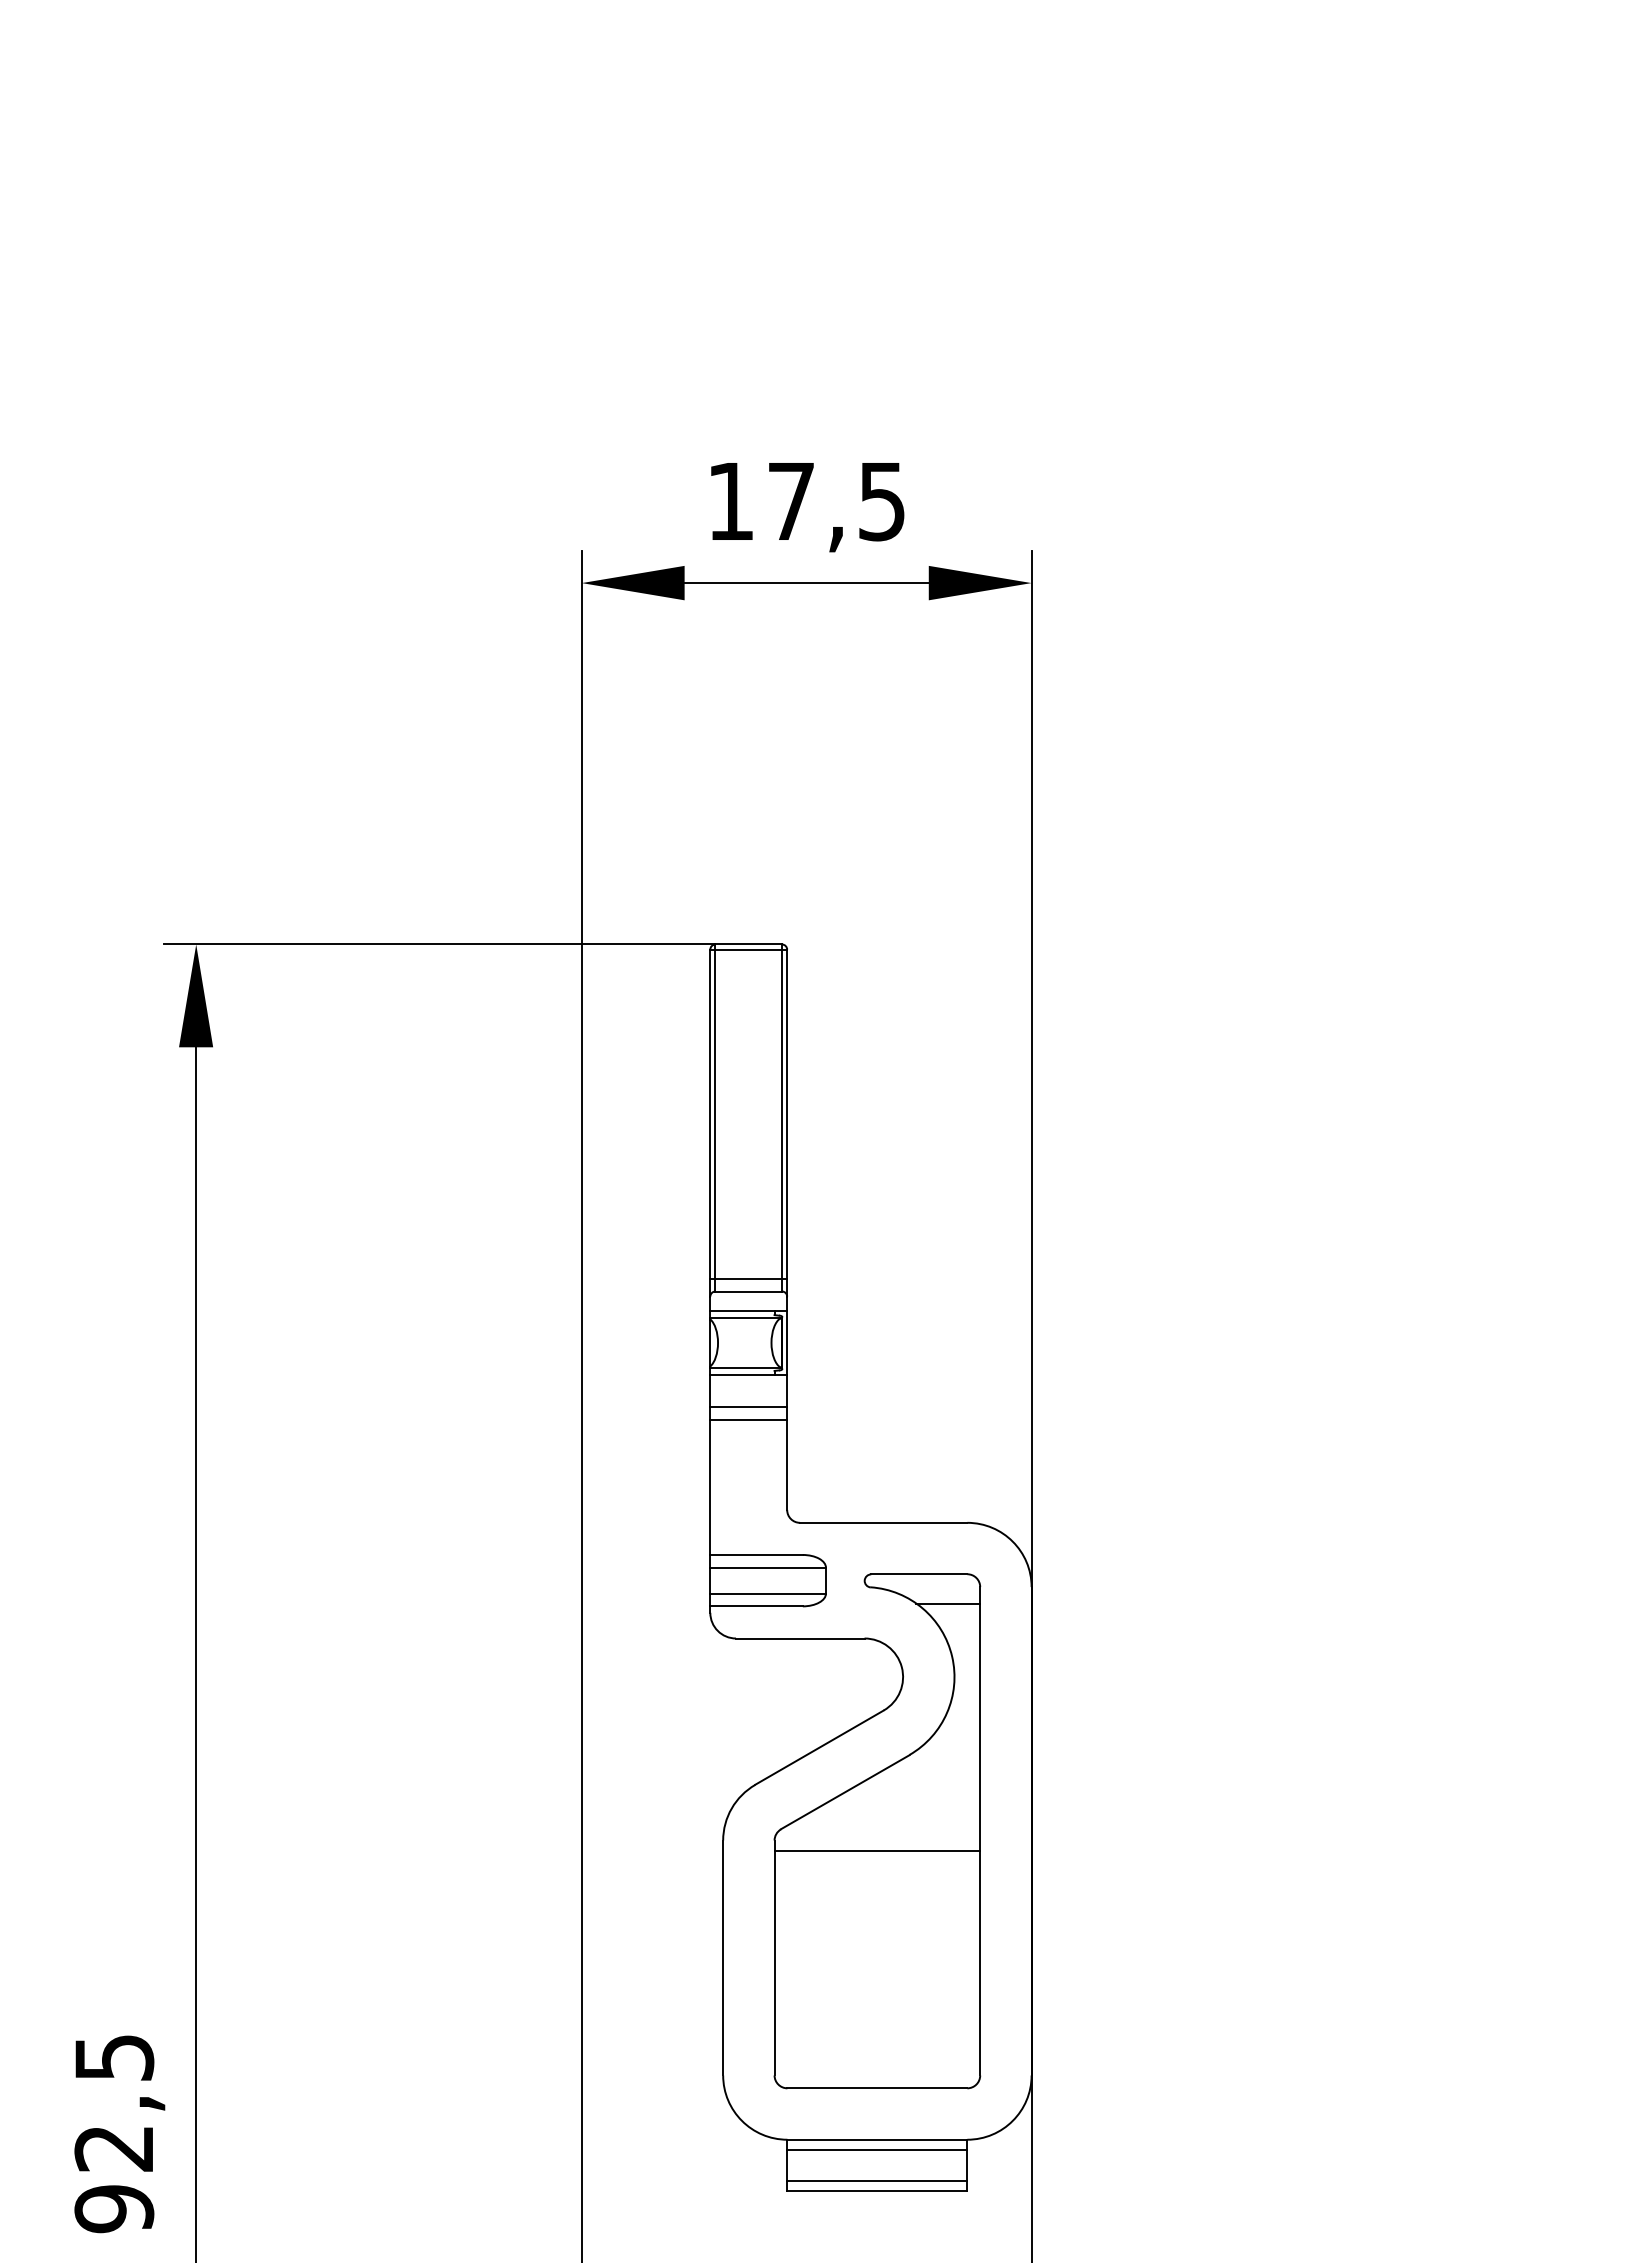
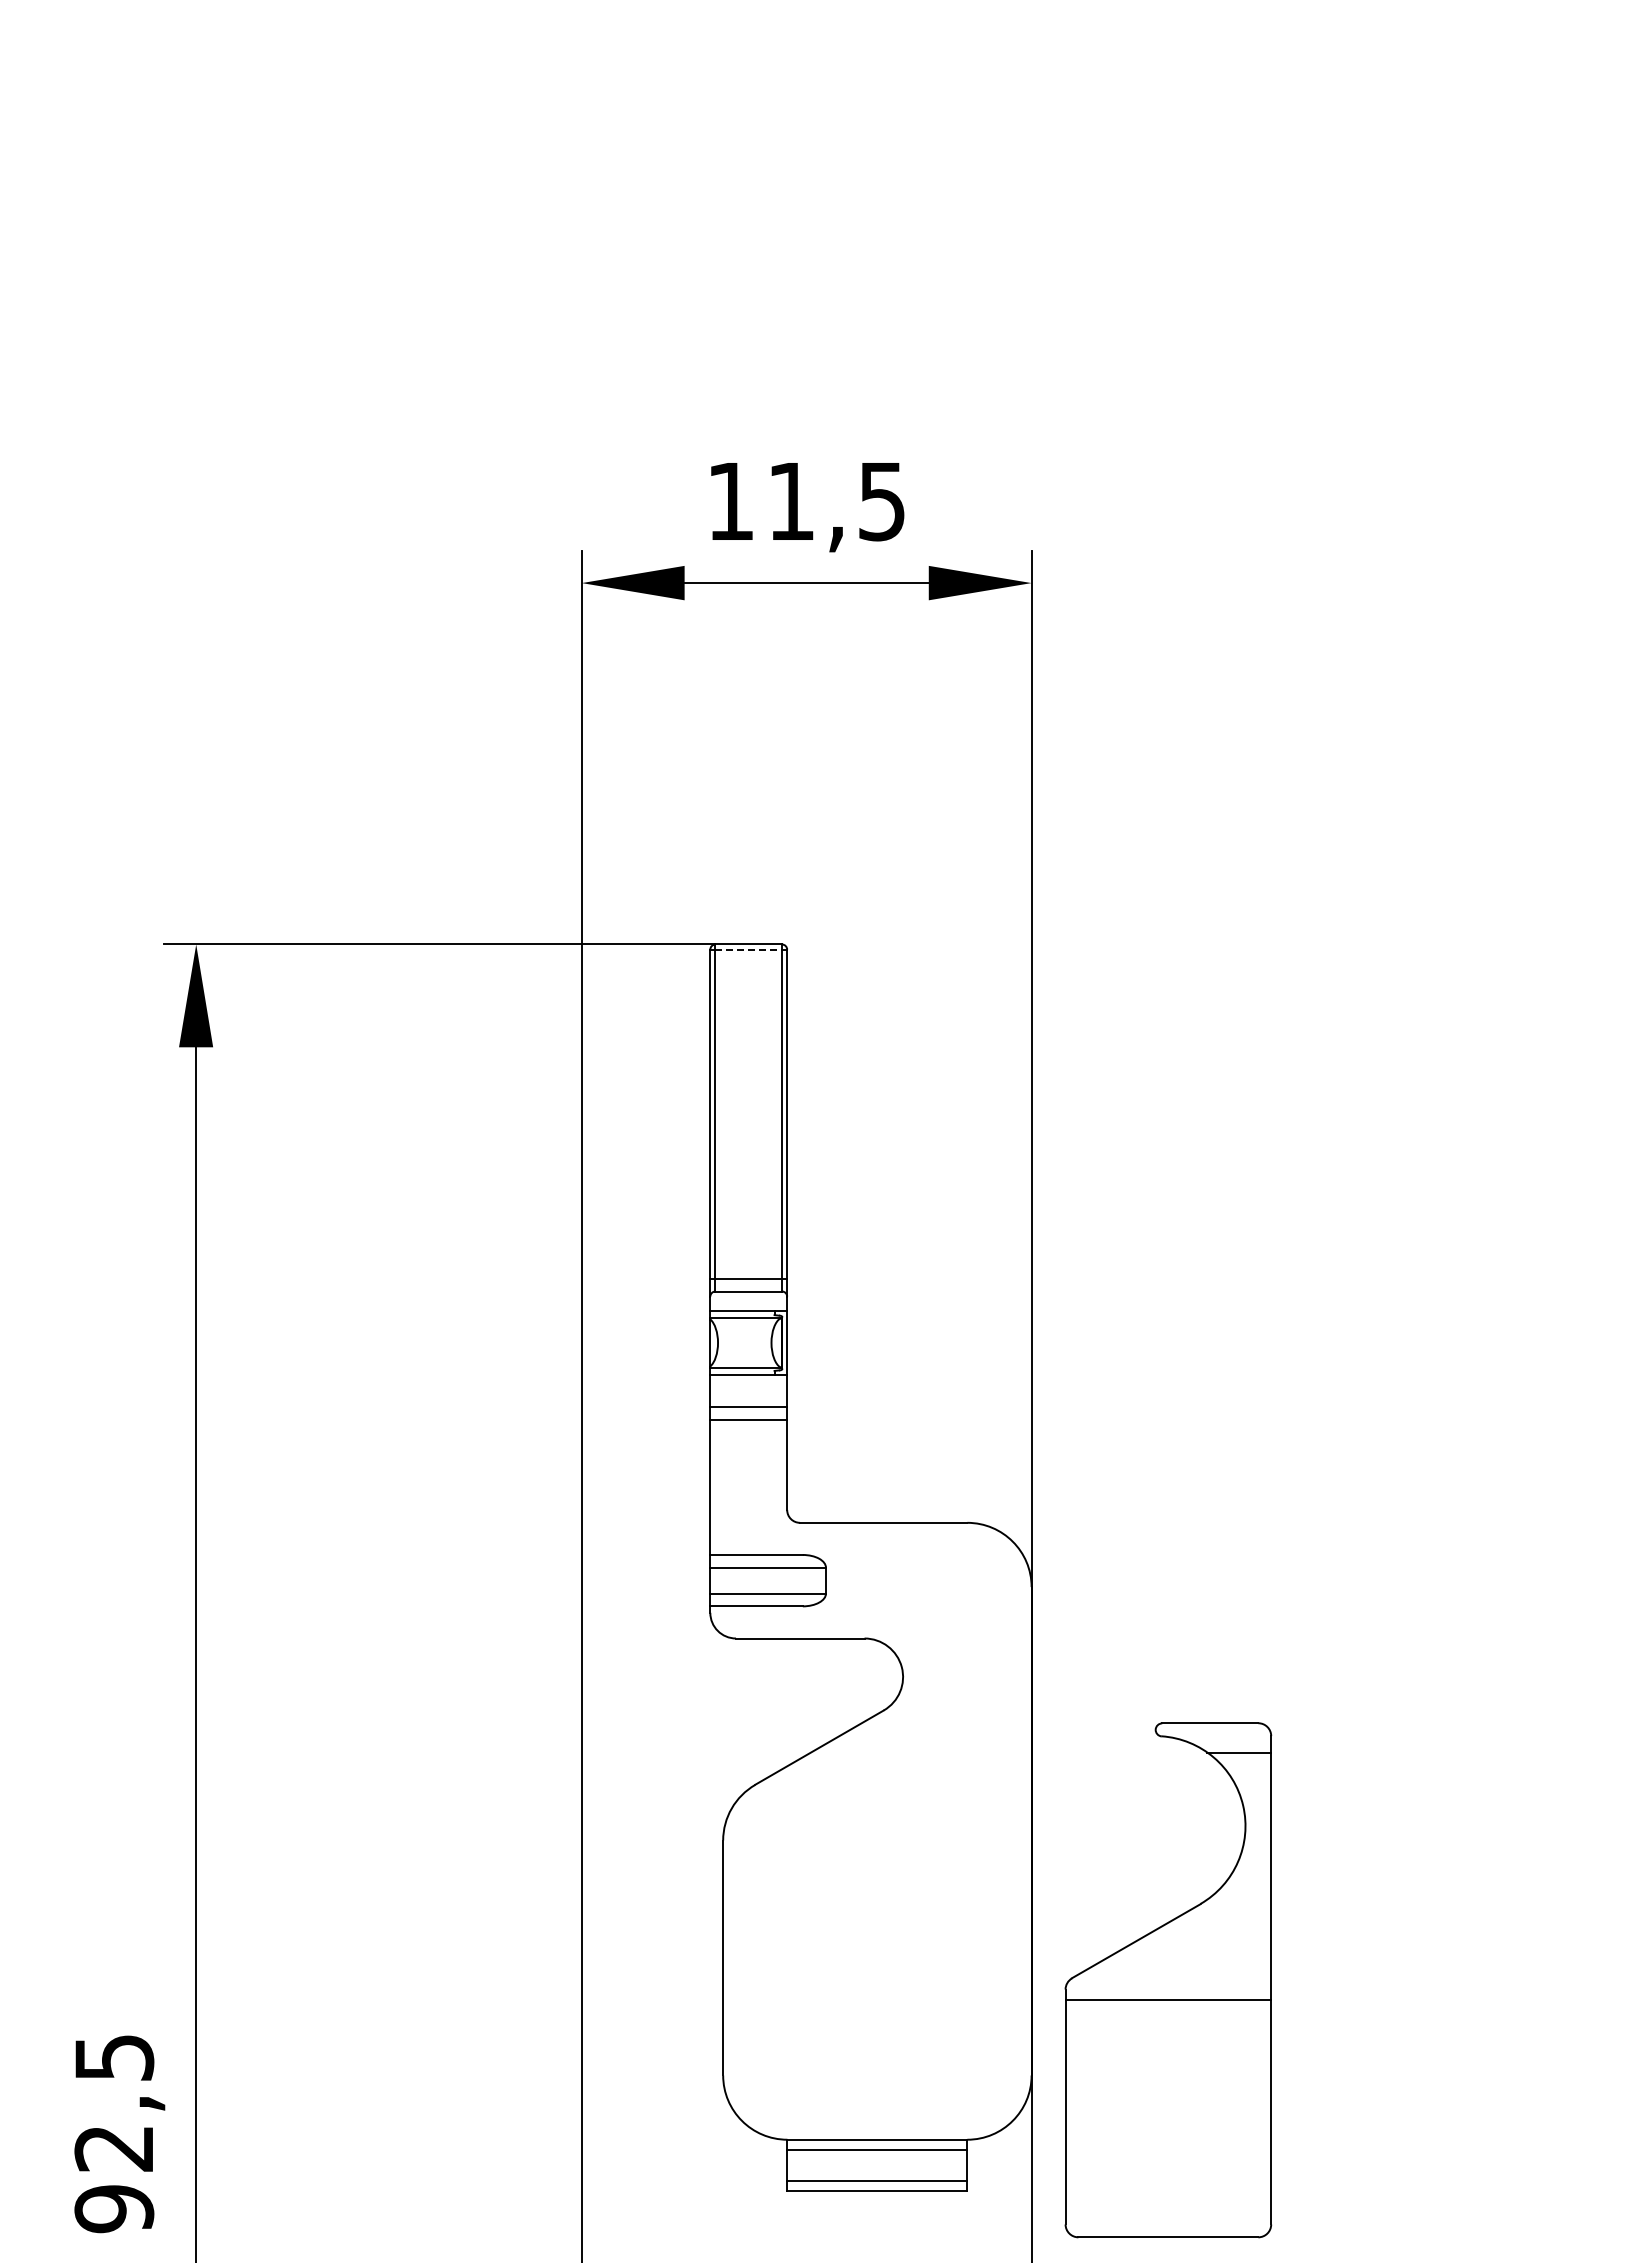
text at (791, 501): 17,5 -> 11,5
line at (749, 949): solid -> dashed
part at (877, 1831) position: (877, 1831) -> (1168, 1980)
